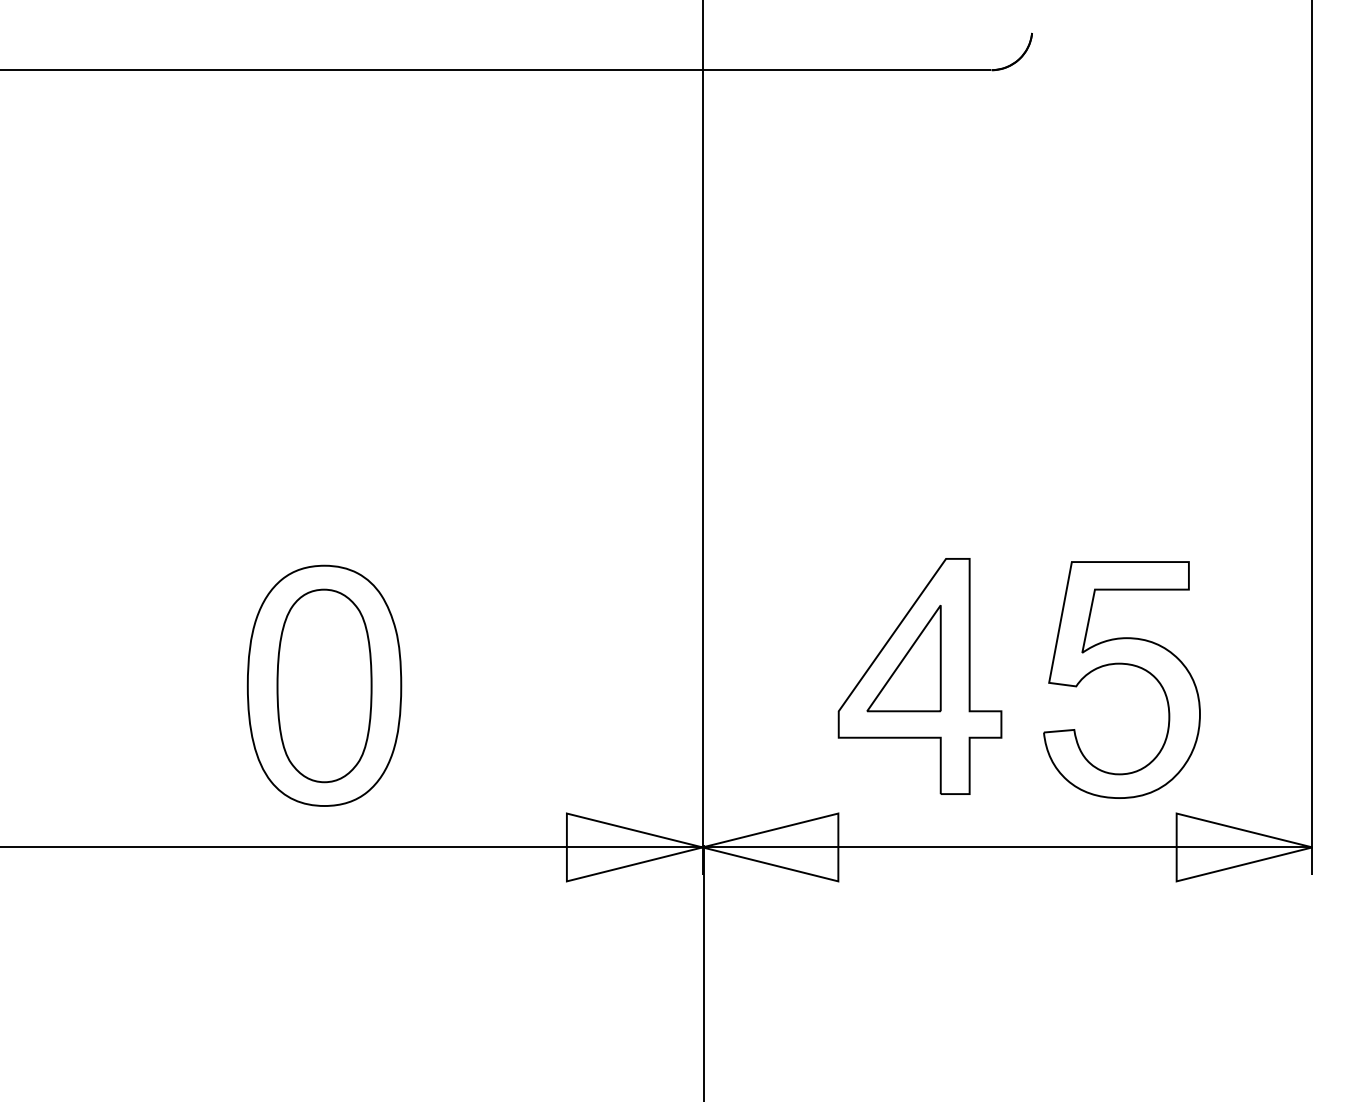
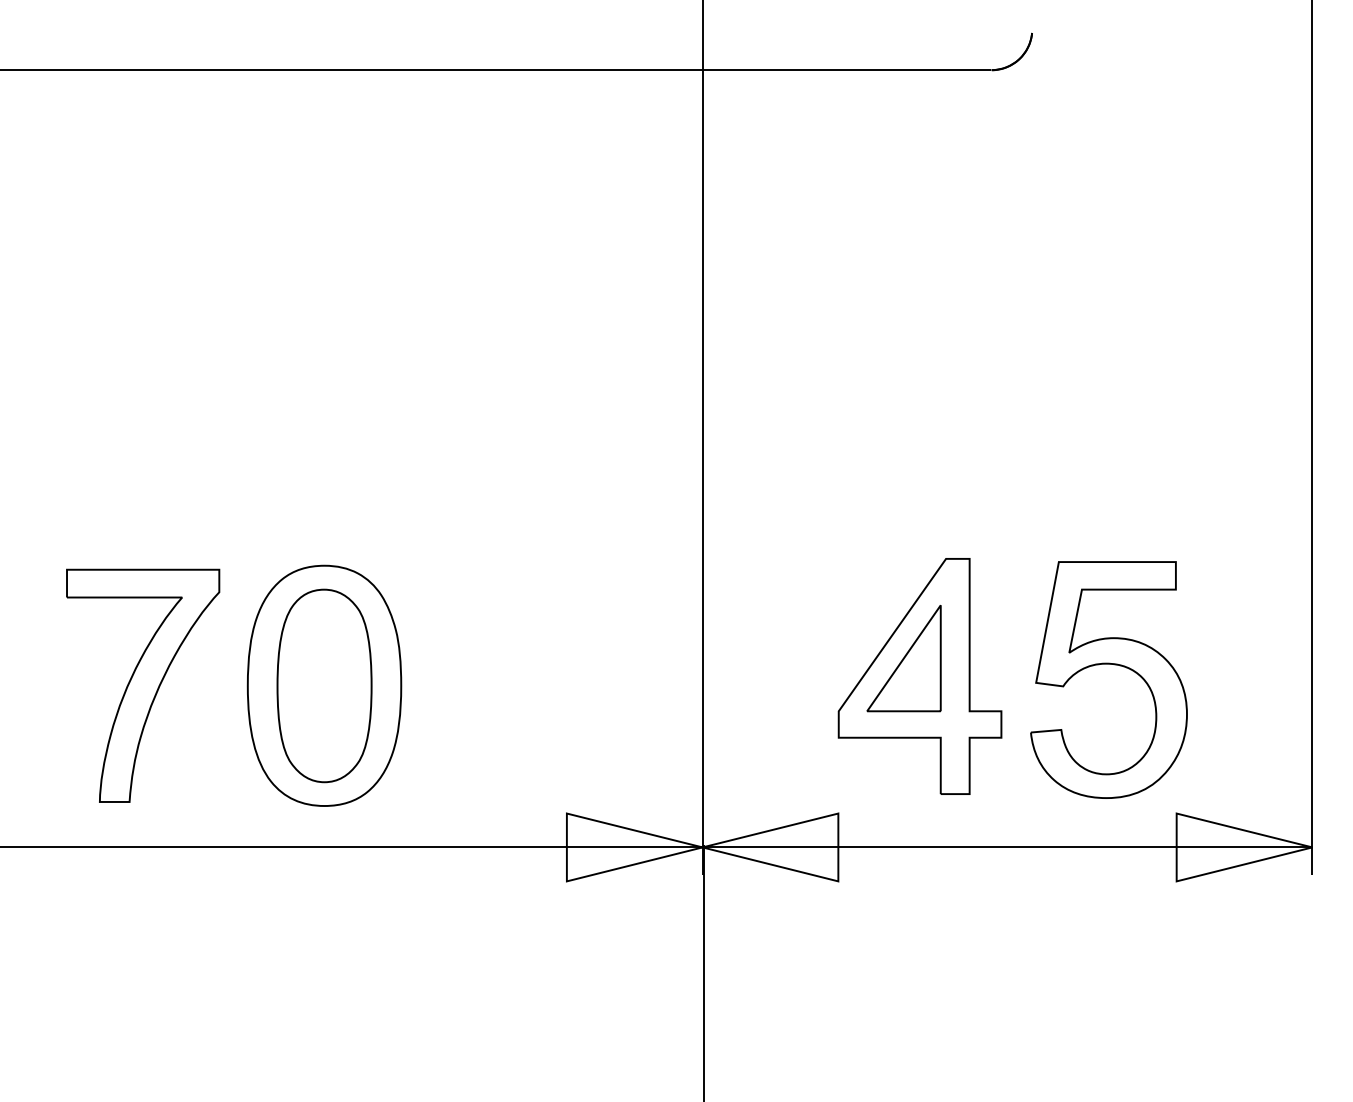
part at (1121, 664) position: (1121, 664) -> (1108, 664)
part at (143, 685): none -> present
